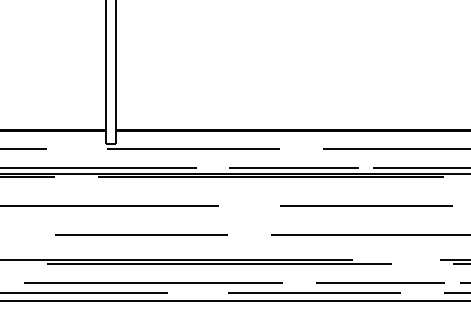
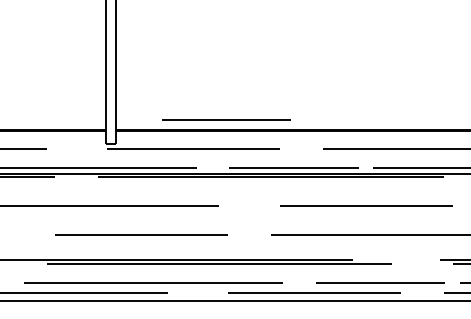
line at (226, 119): none -> present
